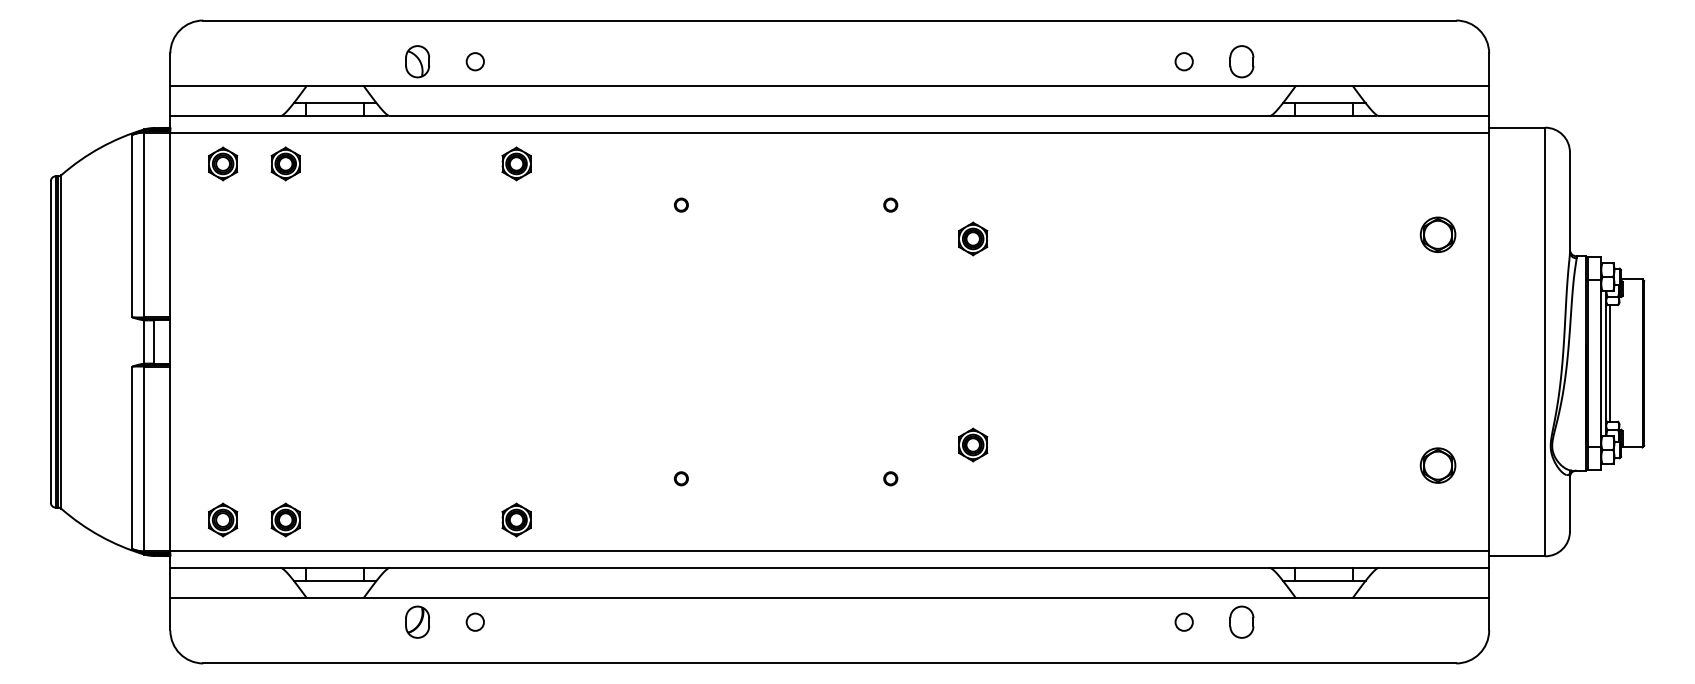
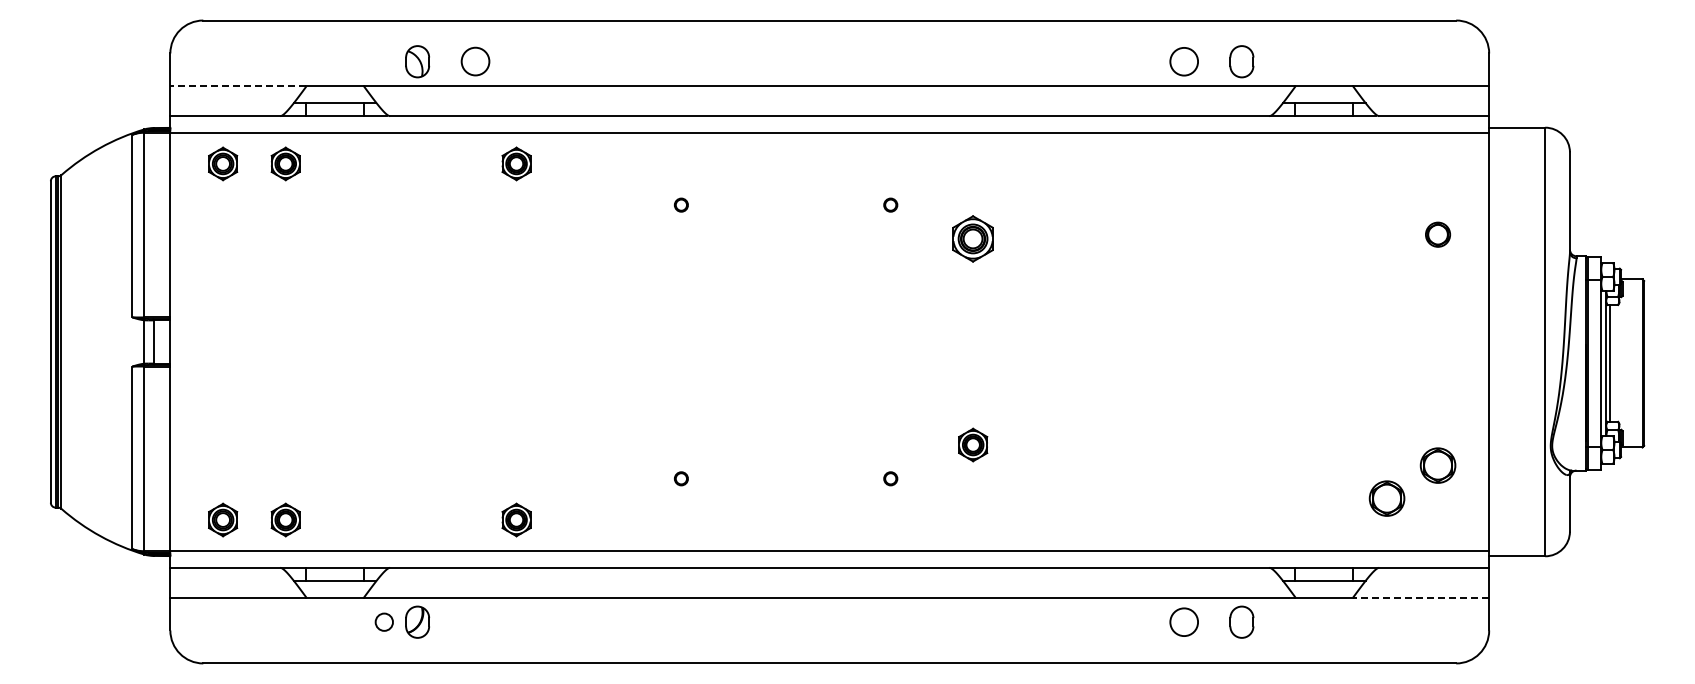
circle at (474, 61) size: 20x20 px -> 31x31 px
circle at (1183, 61) diameter: 17 px -> 28 px
line at (237, 86): solid -> dashed
part at (1437, 234) size: 38x37 px -> 27x27 px
part at (973, 238) size: 31x36 px -> 42x48 px
part at (1386, 498): none -> present
line at (1420, 597): solid -> dashed
circle at (474, 621) position: (474, 621) -> (383, 621)
circle at (1183, 621) diameter: 17 px -> 28 px
